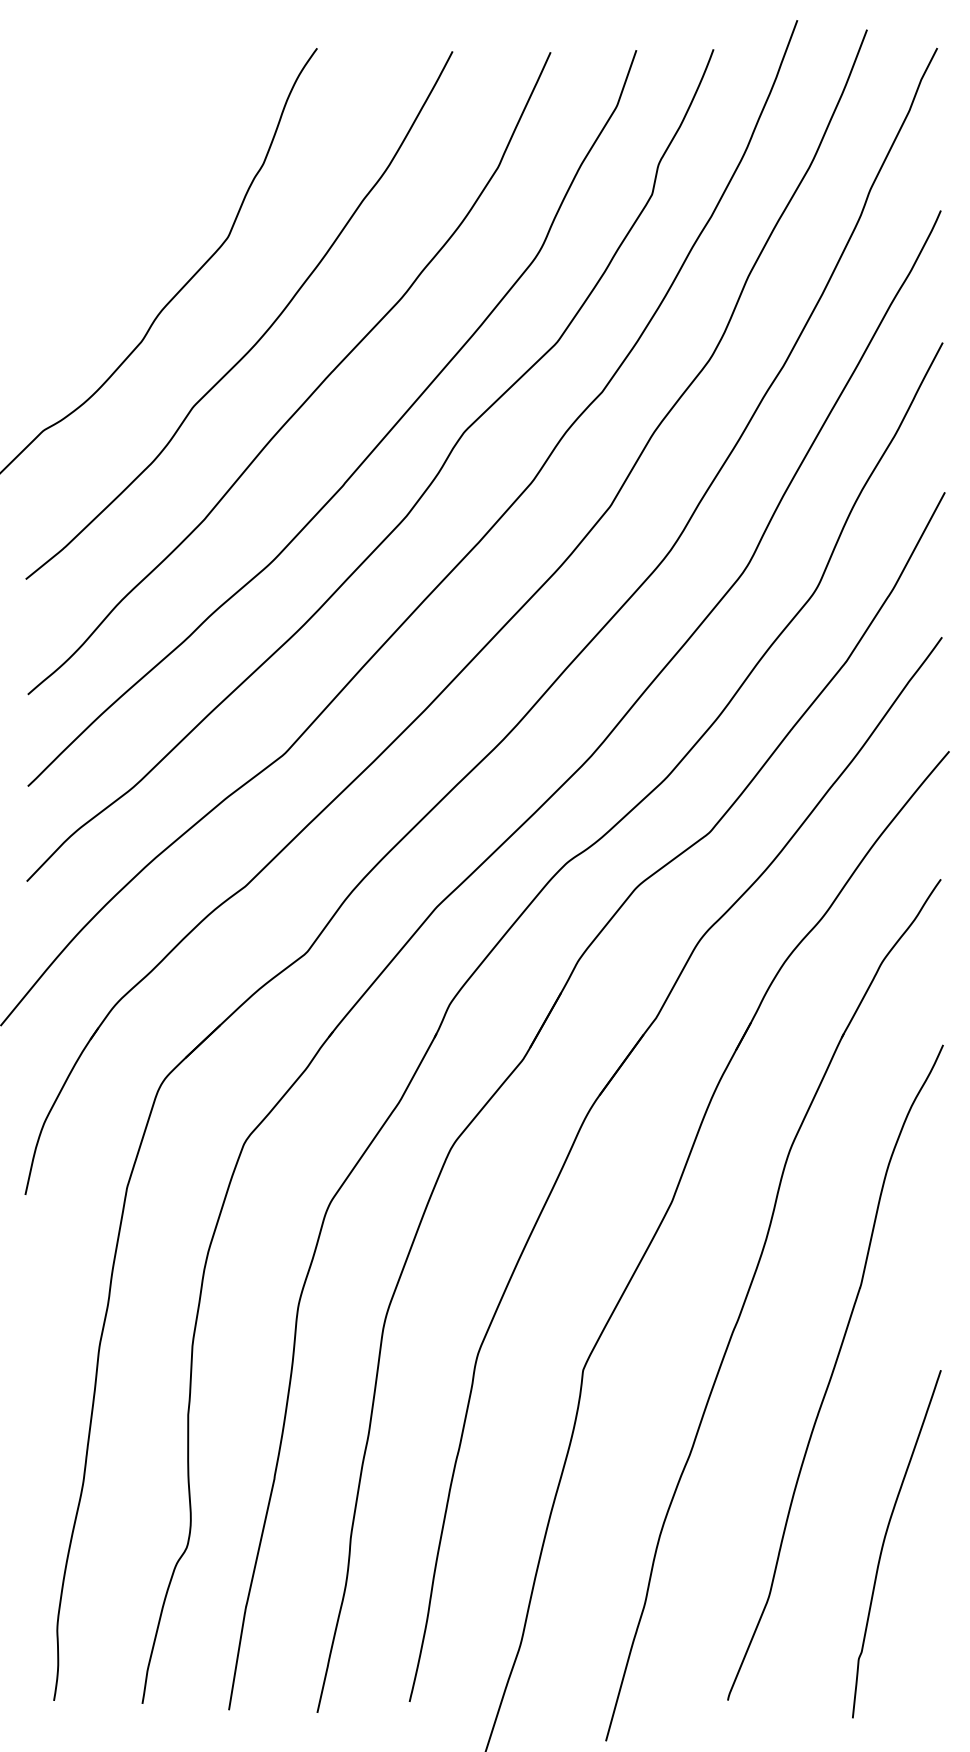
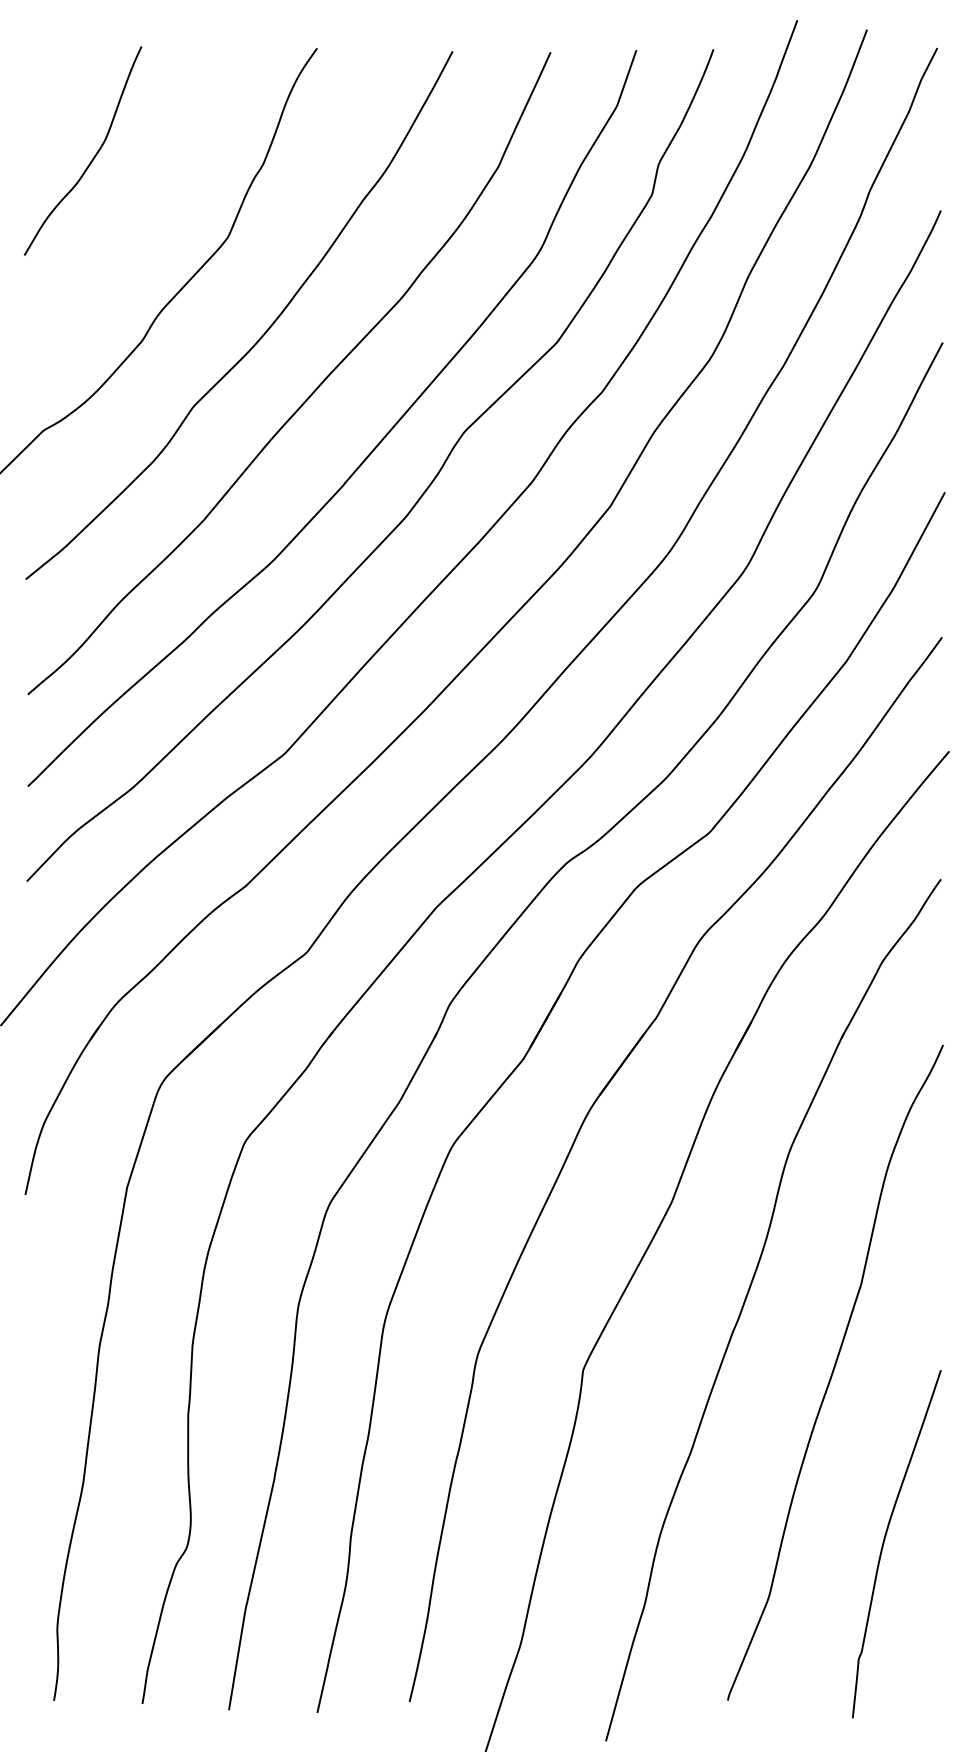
part at (92, 158): none -> present
